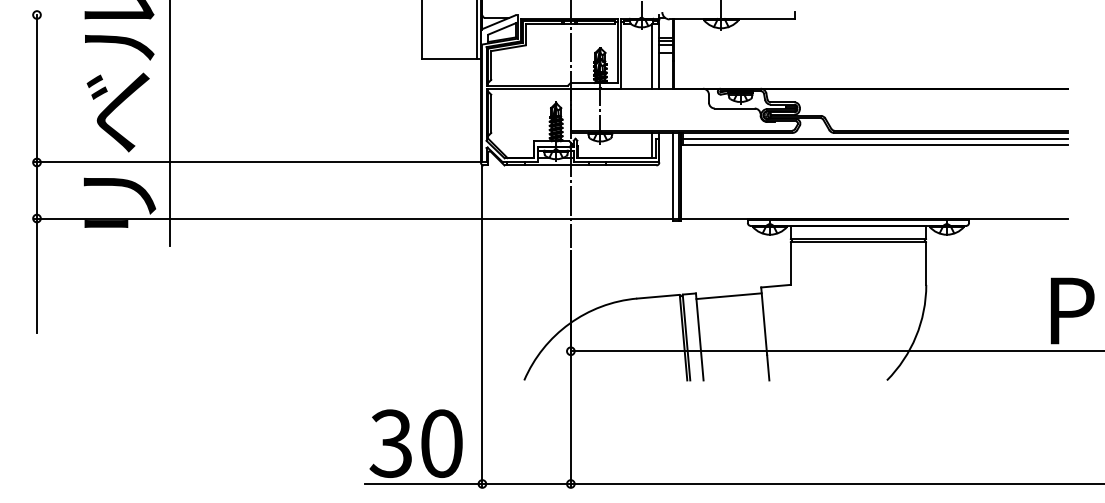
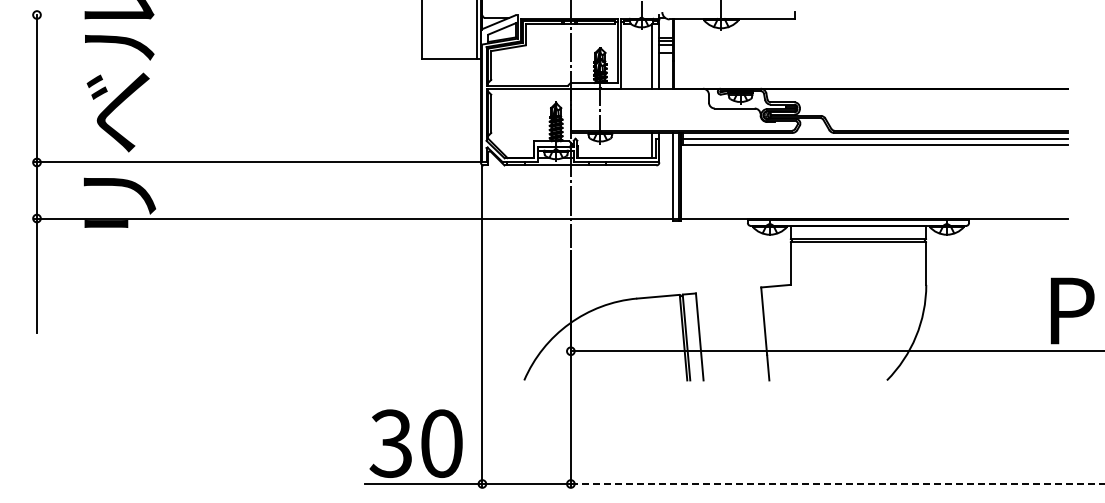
line at (169, 123): present -> none
line at (728, 296): present -> none
line at (837, 483): solid -> dashed
